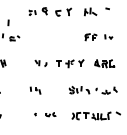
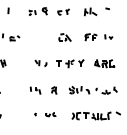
part at (63, 11) size: 18x10 px -> 13x8 px
line at (8, 22) position: (8, 22) -> (8, 10)
part at (64, 37): none -> present
part at (54, 90): none -> present
